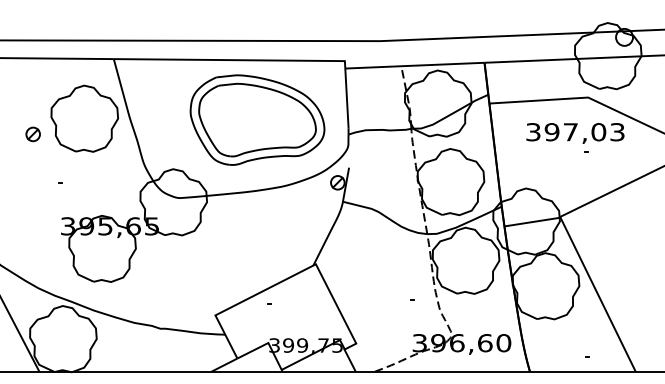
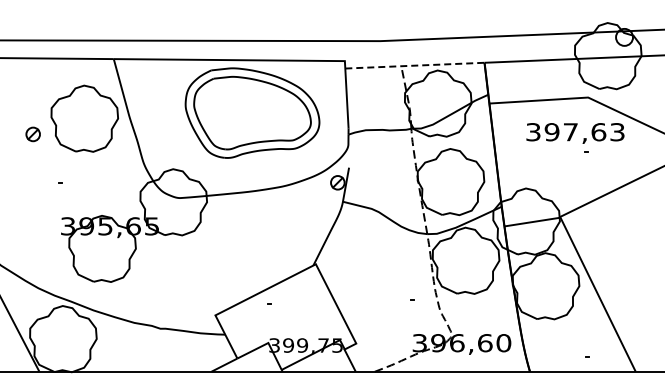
line at (414, 65): solid -> dashed
part at (257, 119) position: (257, 119) -> (252, 112)
text at (598, 132): 397,03 -> 397,63
